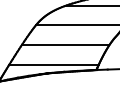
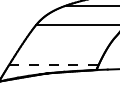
line at (65, 45): present -> none
line at (53, 65): solid -> dashed
